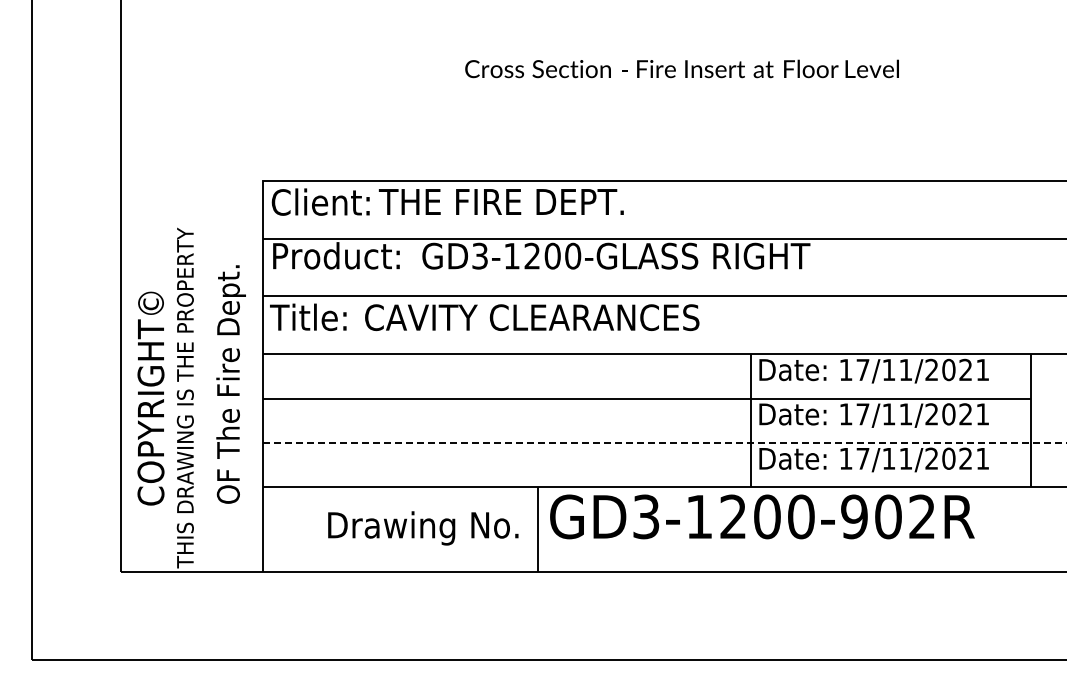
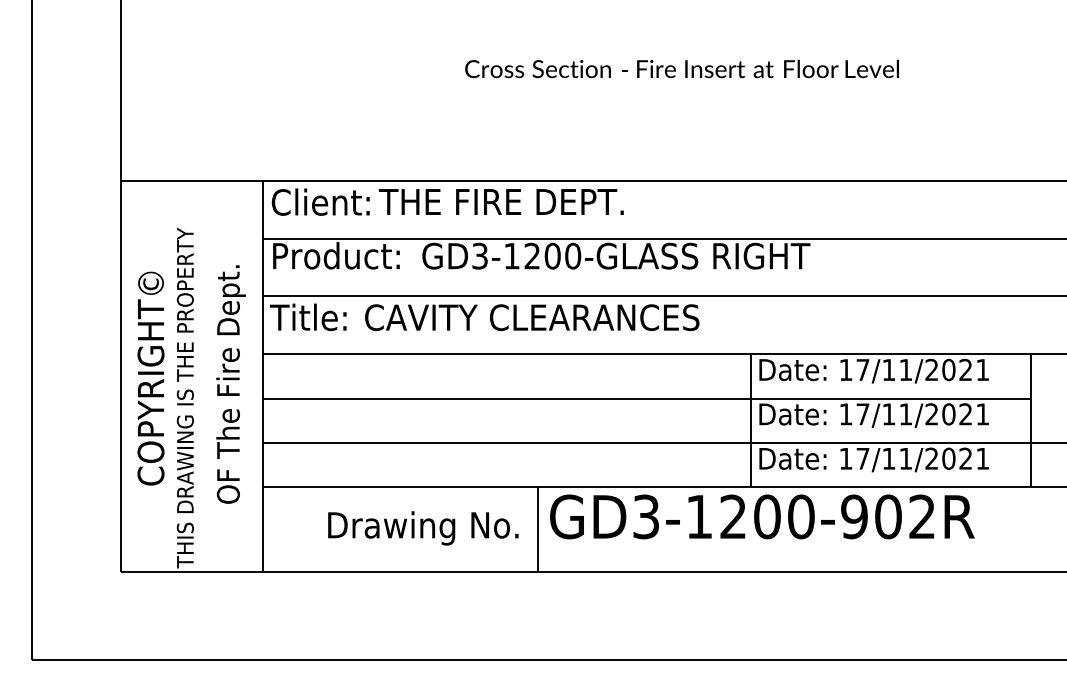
line at (191, 181): none -> present
text at (150, 398) position: (150, 398) -> (150, 378)
line at (664, 442): dashed -> solid
